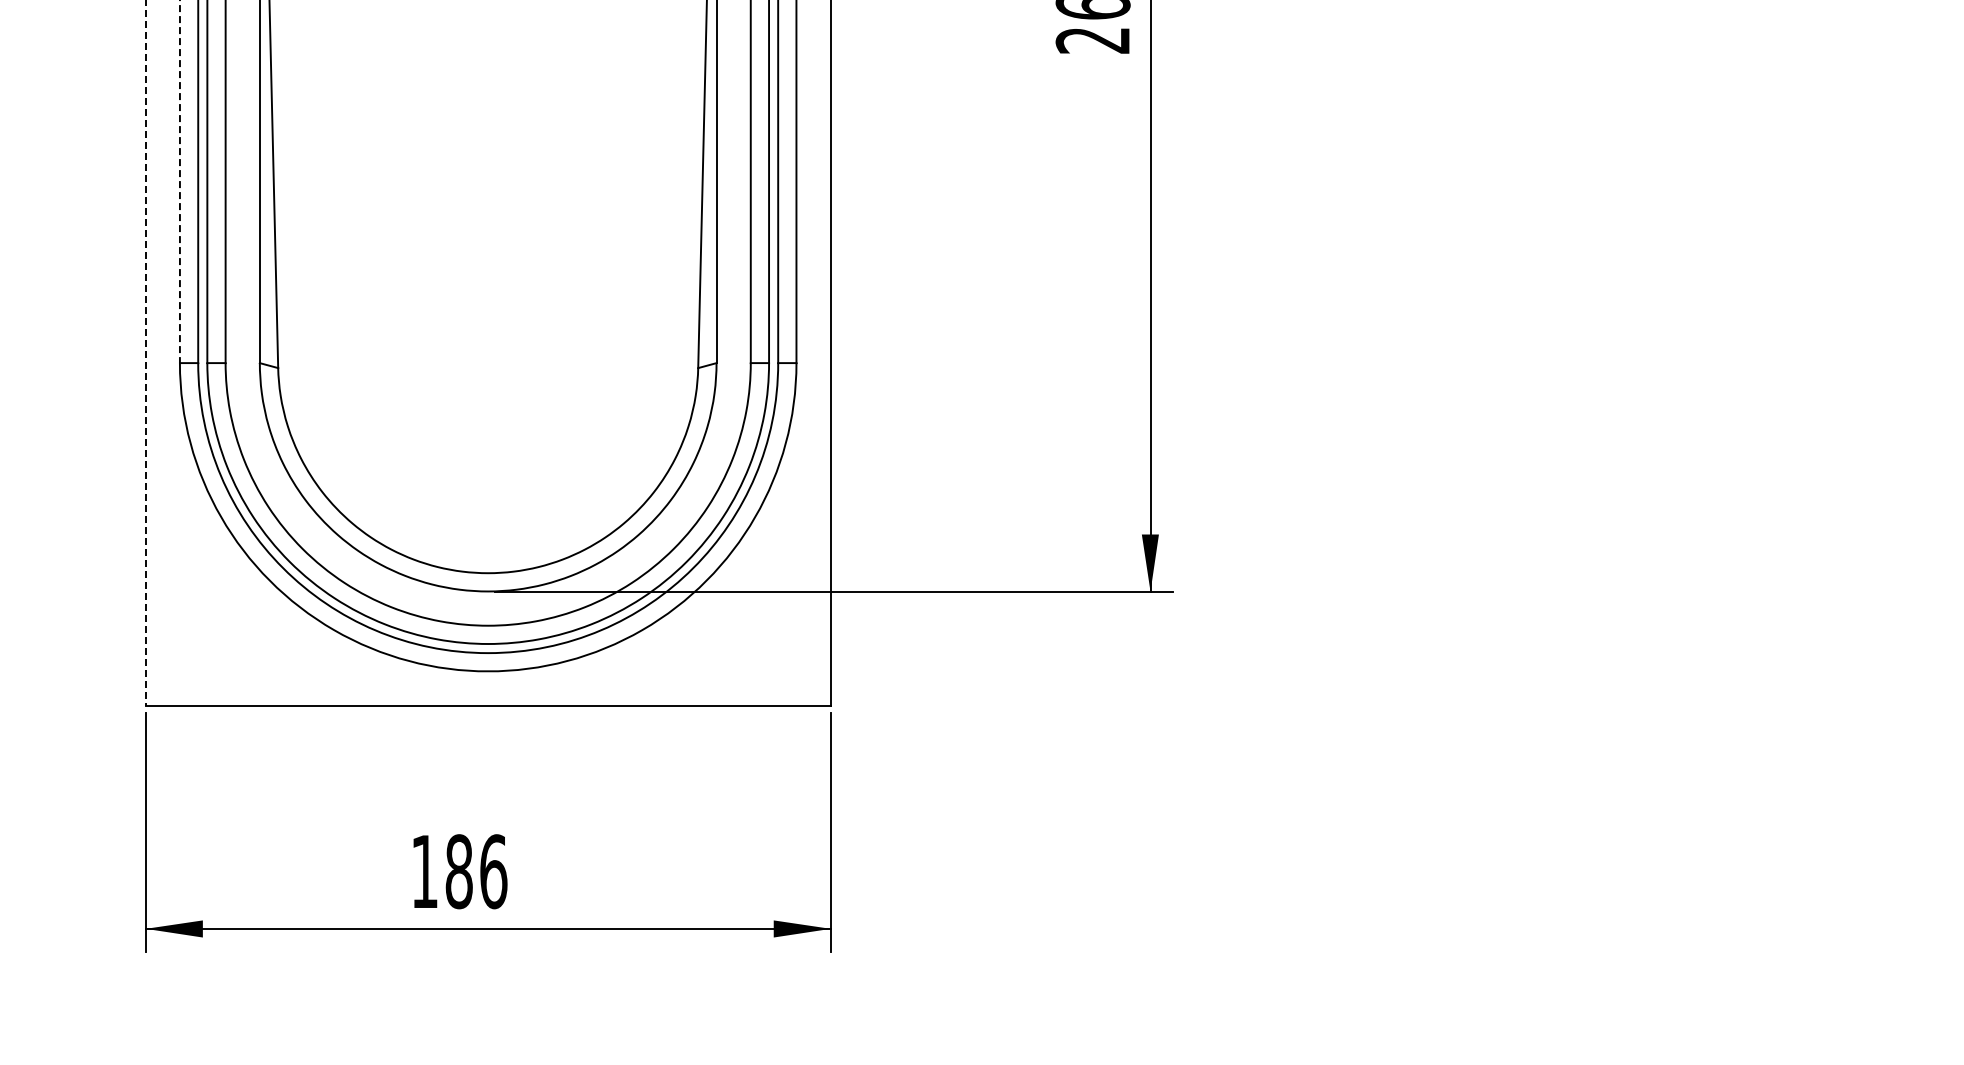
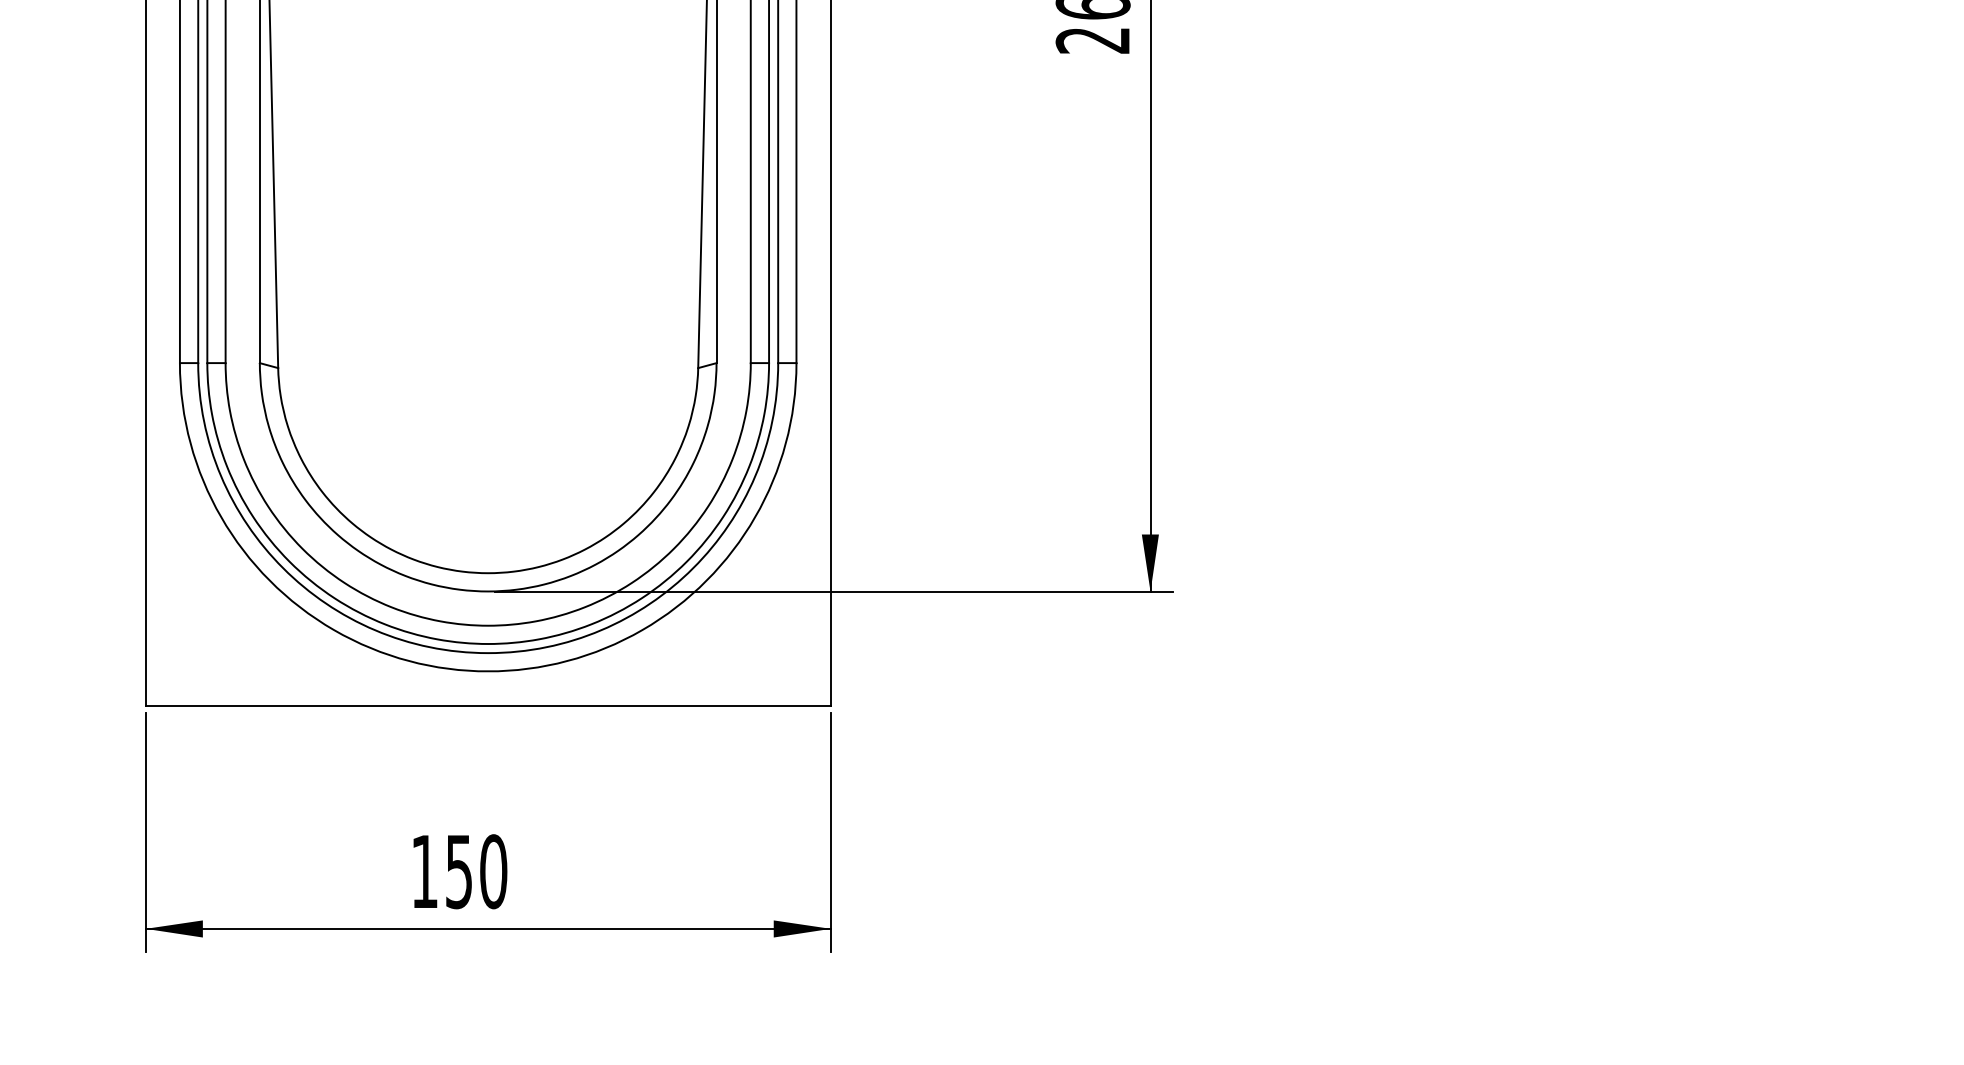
line at (179, 182): dashed -> solid
line at (145, 352): dashed -> solid
text at (476, 871): 186 -> 150
